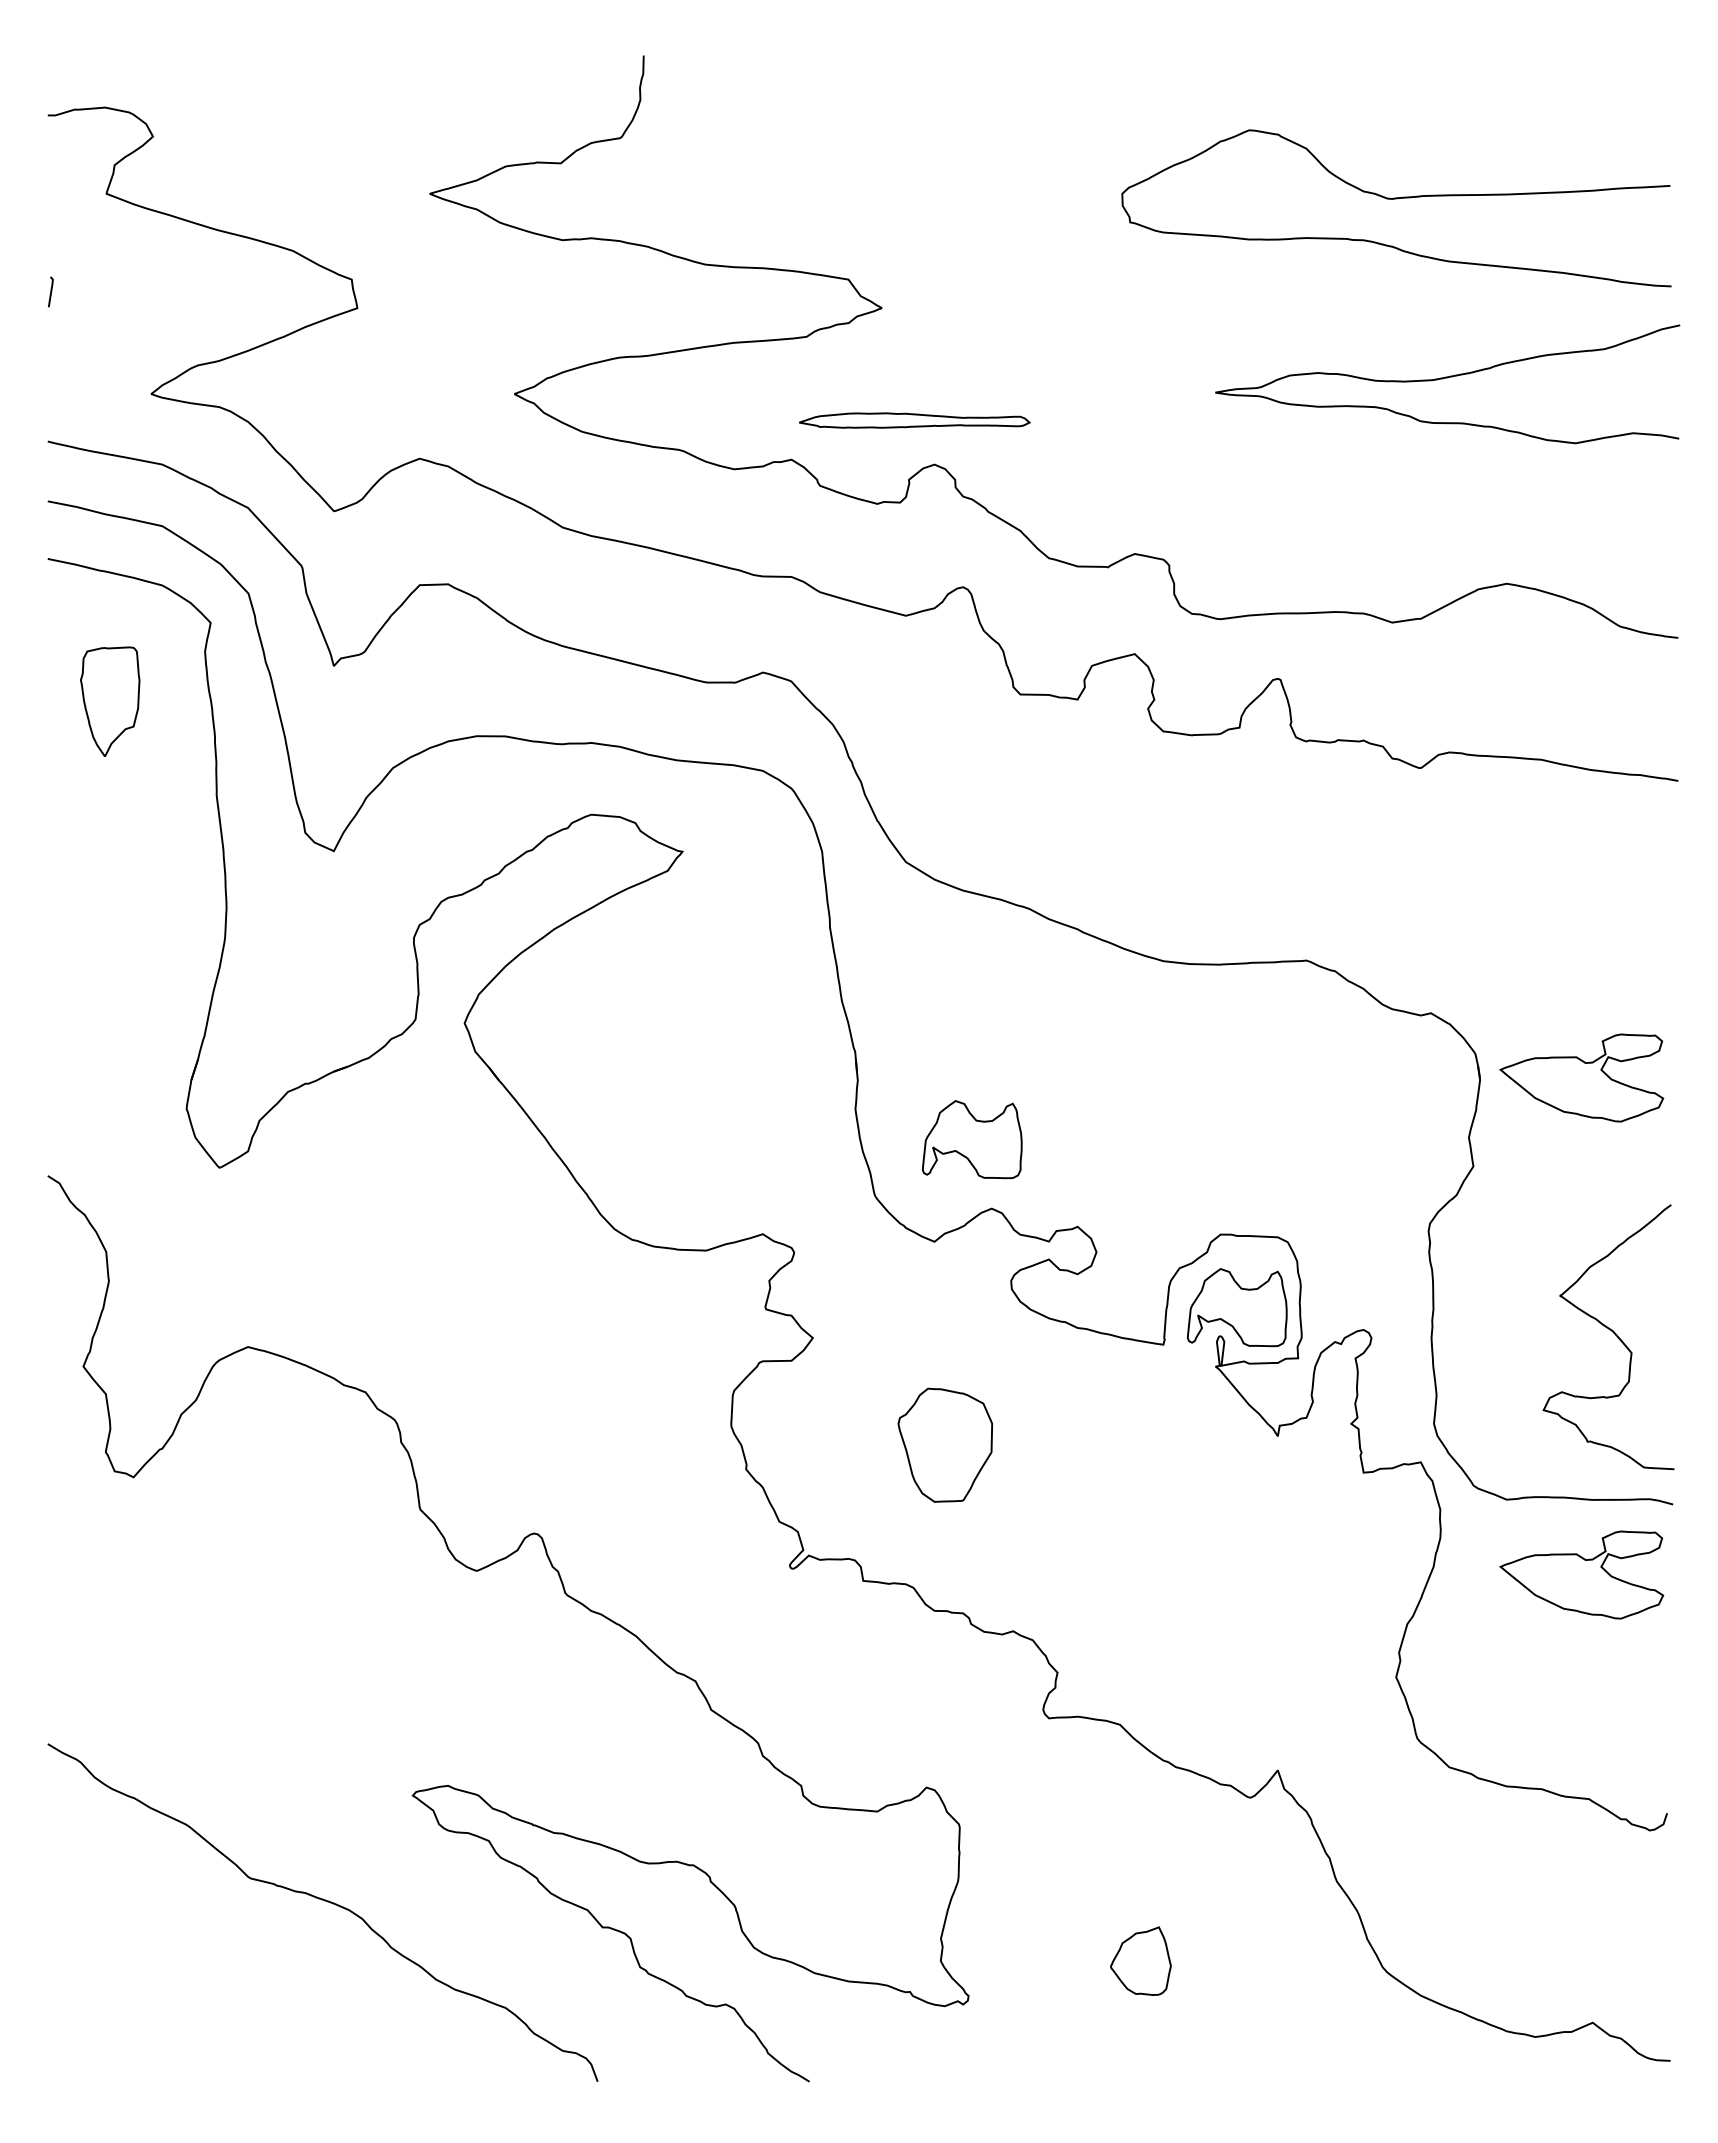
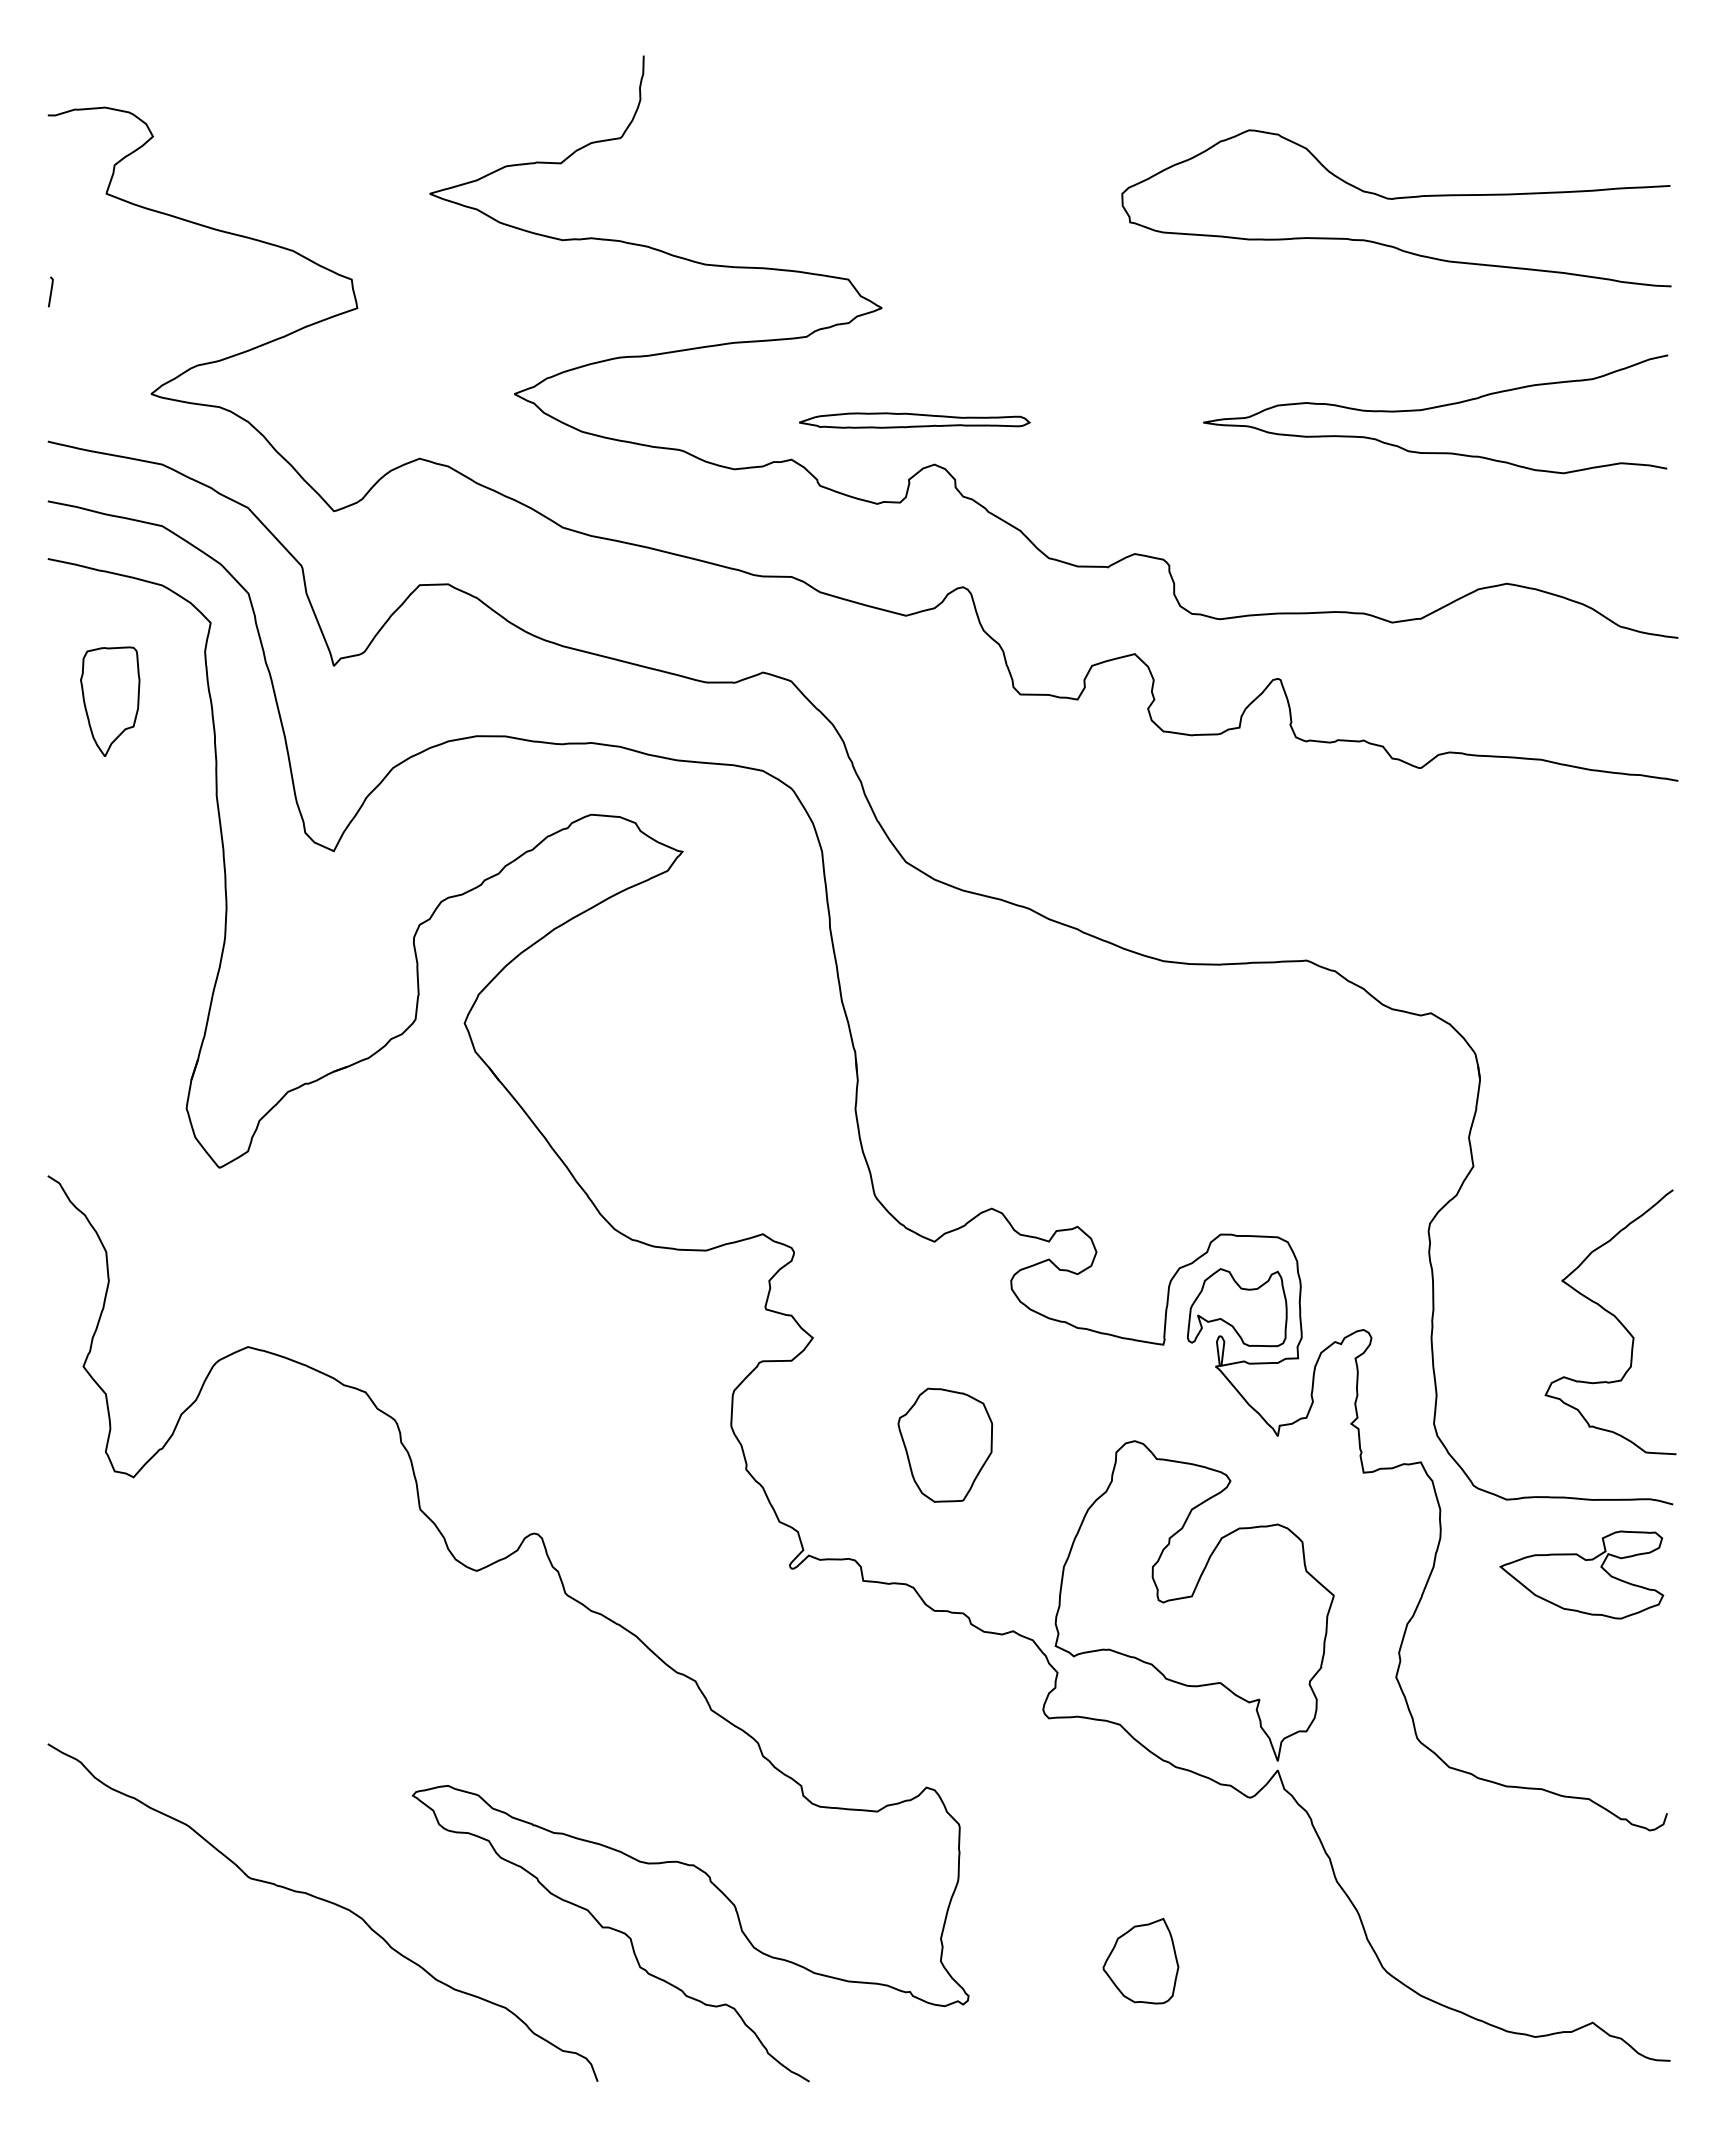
curve at (1447, 378) position: (1447, 378) -> (1435, 408)
part at (1581, 1077): present -> none
part at (972, 1139): present -> none
curve at (1612, 1332) position: (1612, 1332) -> (1614, 1317)
part at (1194, 1600): none -> present
part at (1140, 1960) size: 62x70 px -> 78x88 px
